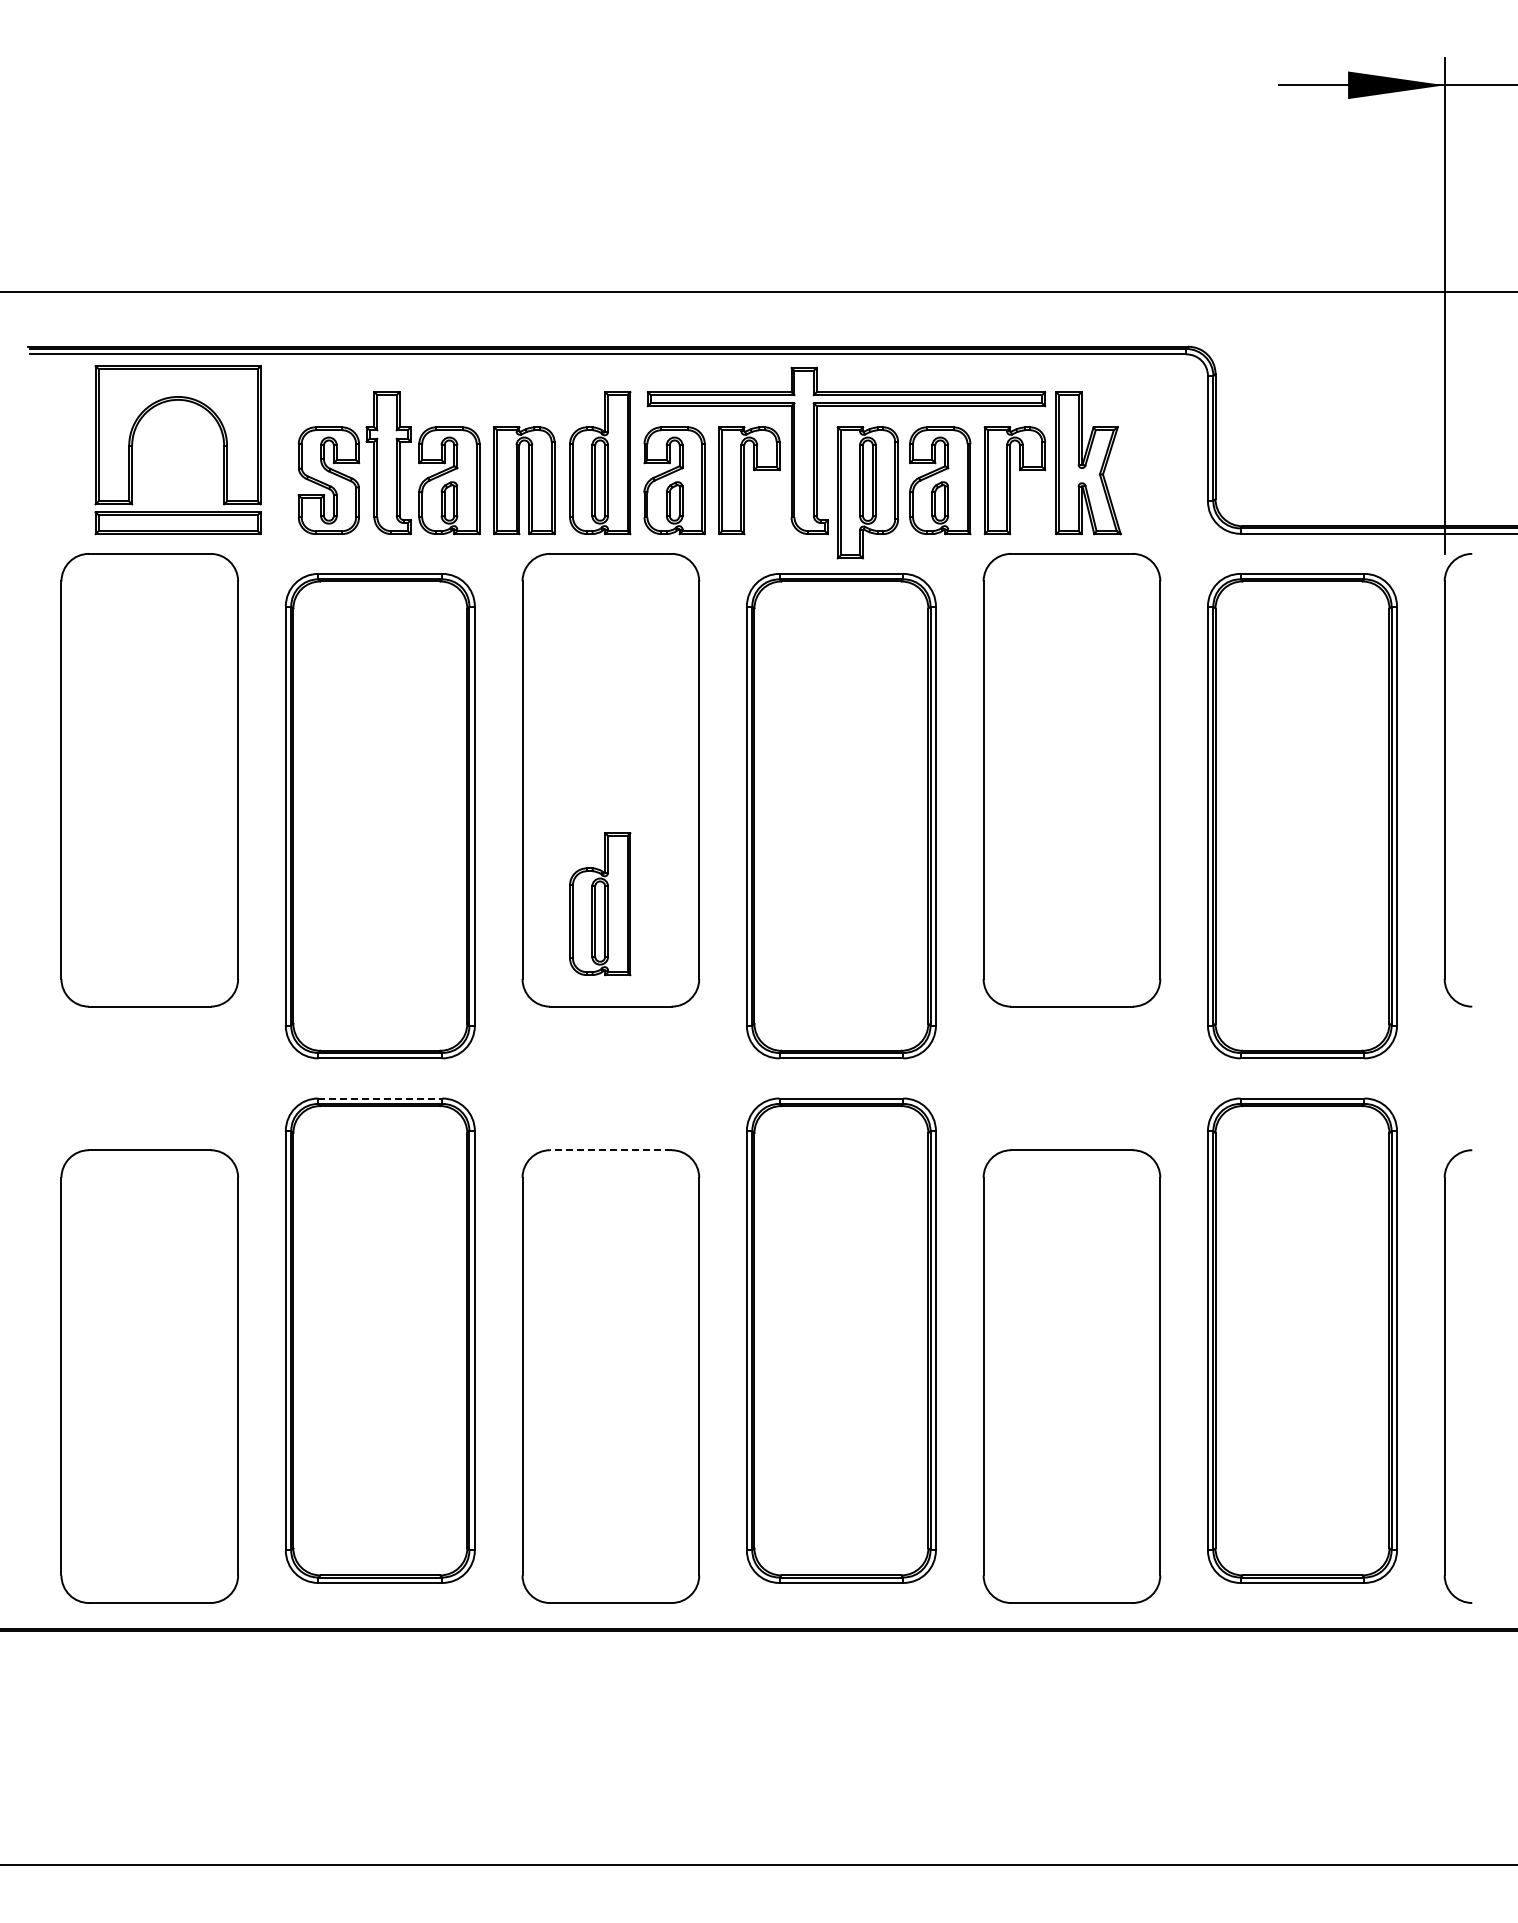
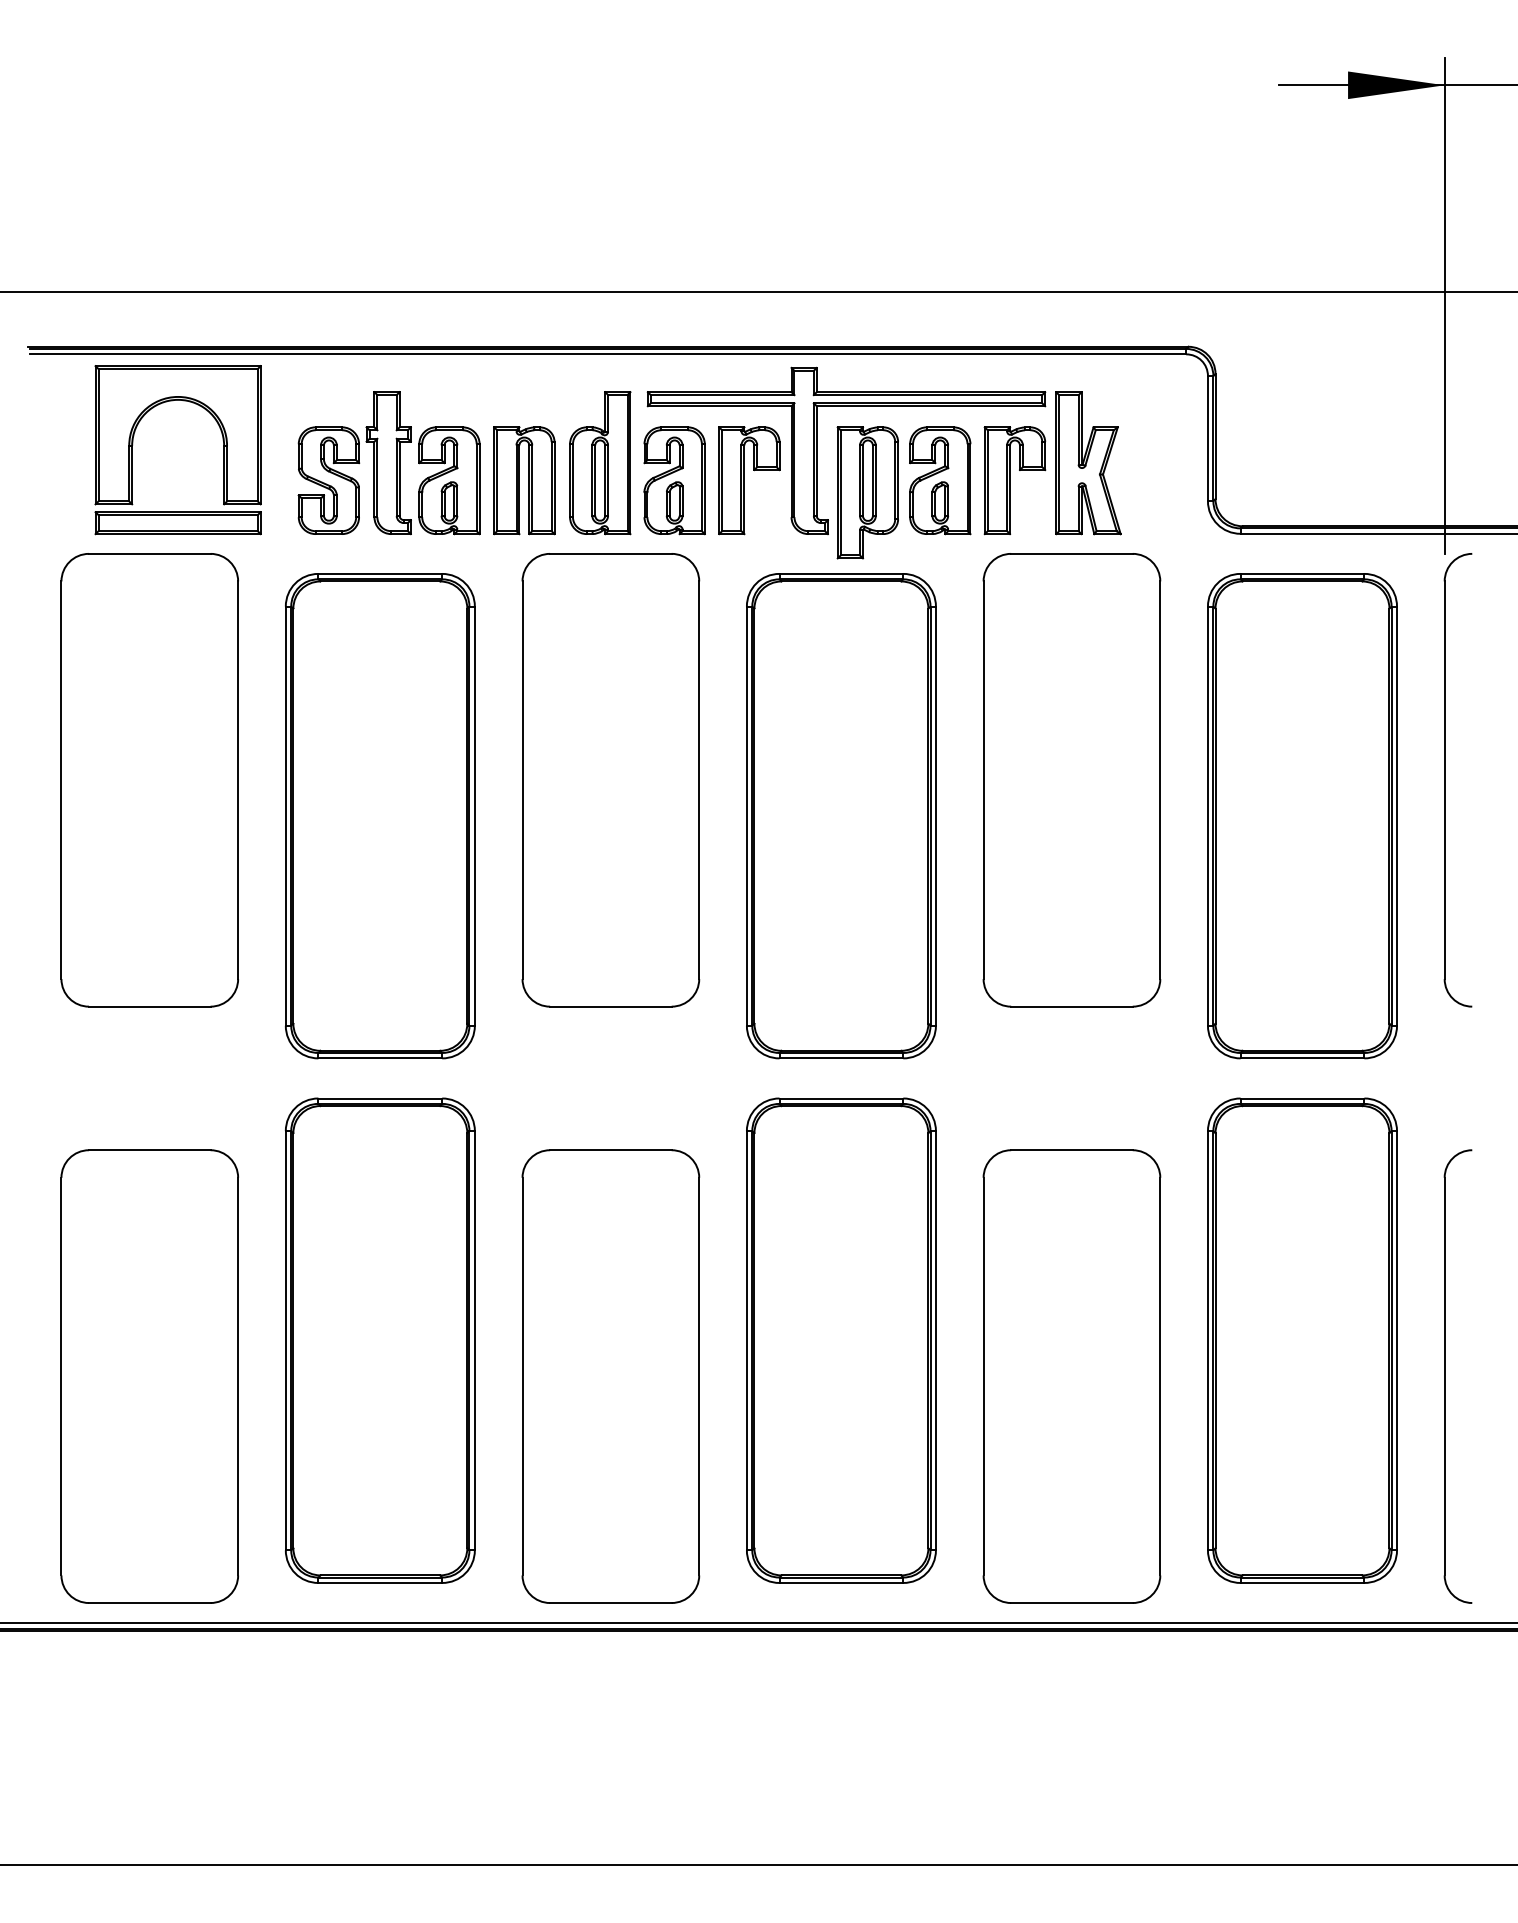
part at (600, 904): present -> none
line at (380, 1098): dashed -> solid
line at (610, 1150): dashed -> solid
line at (758, 1623): none -> present
